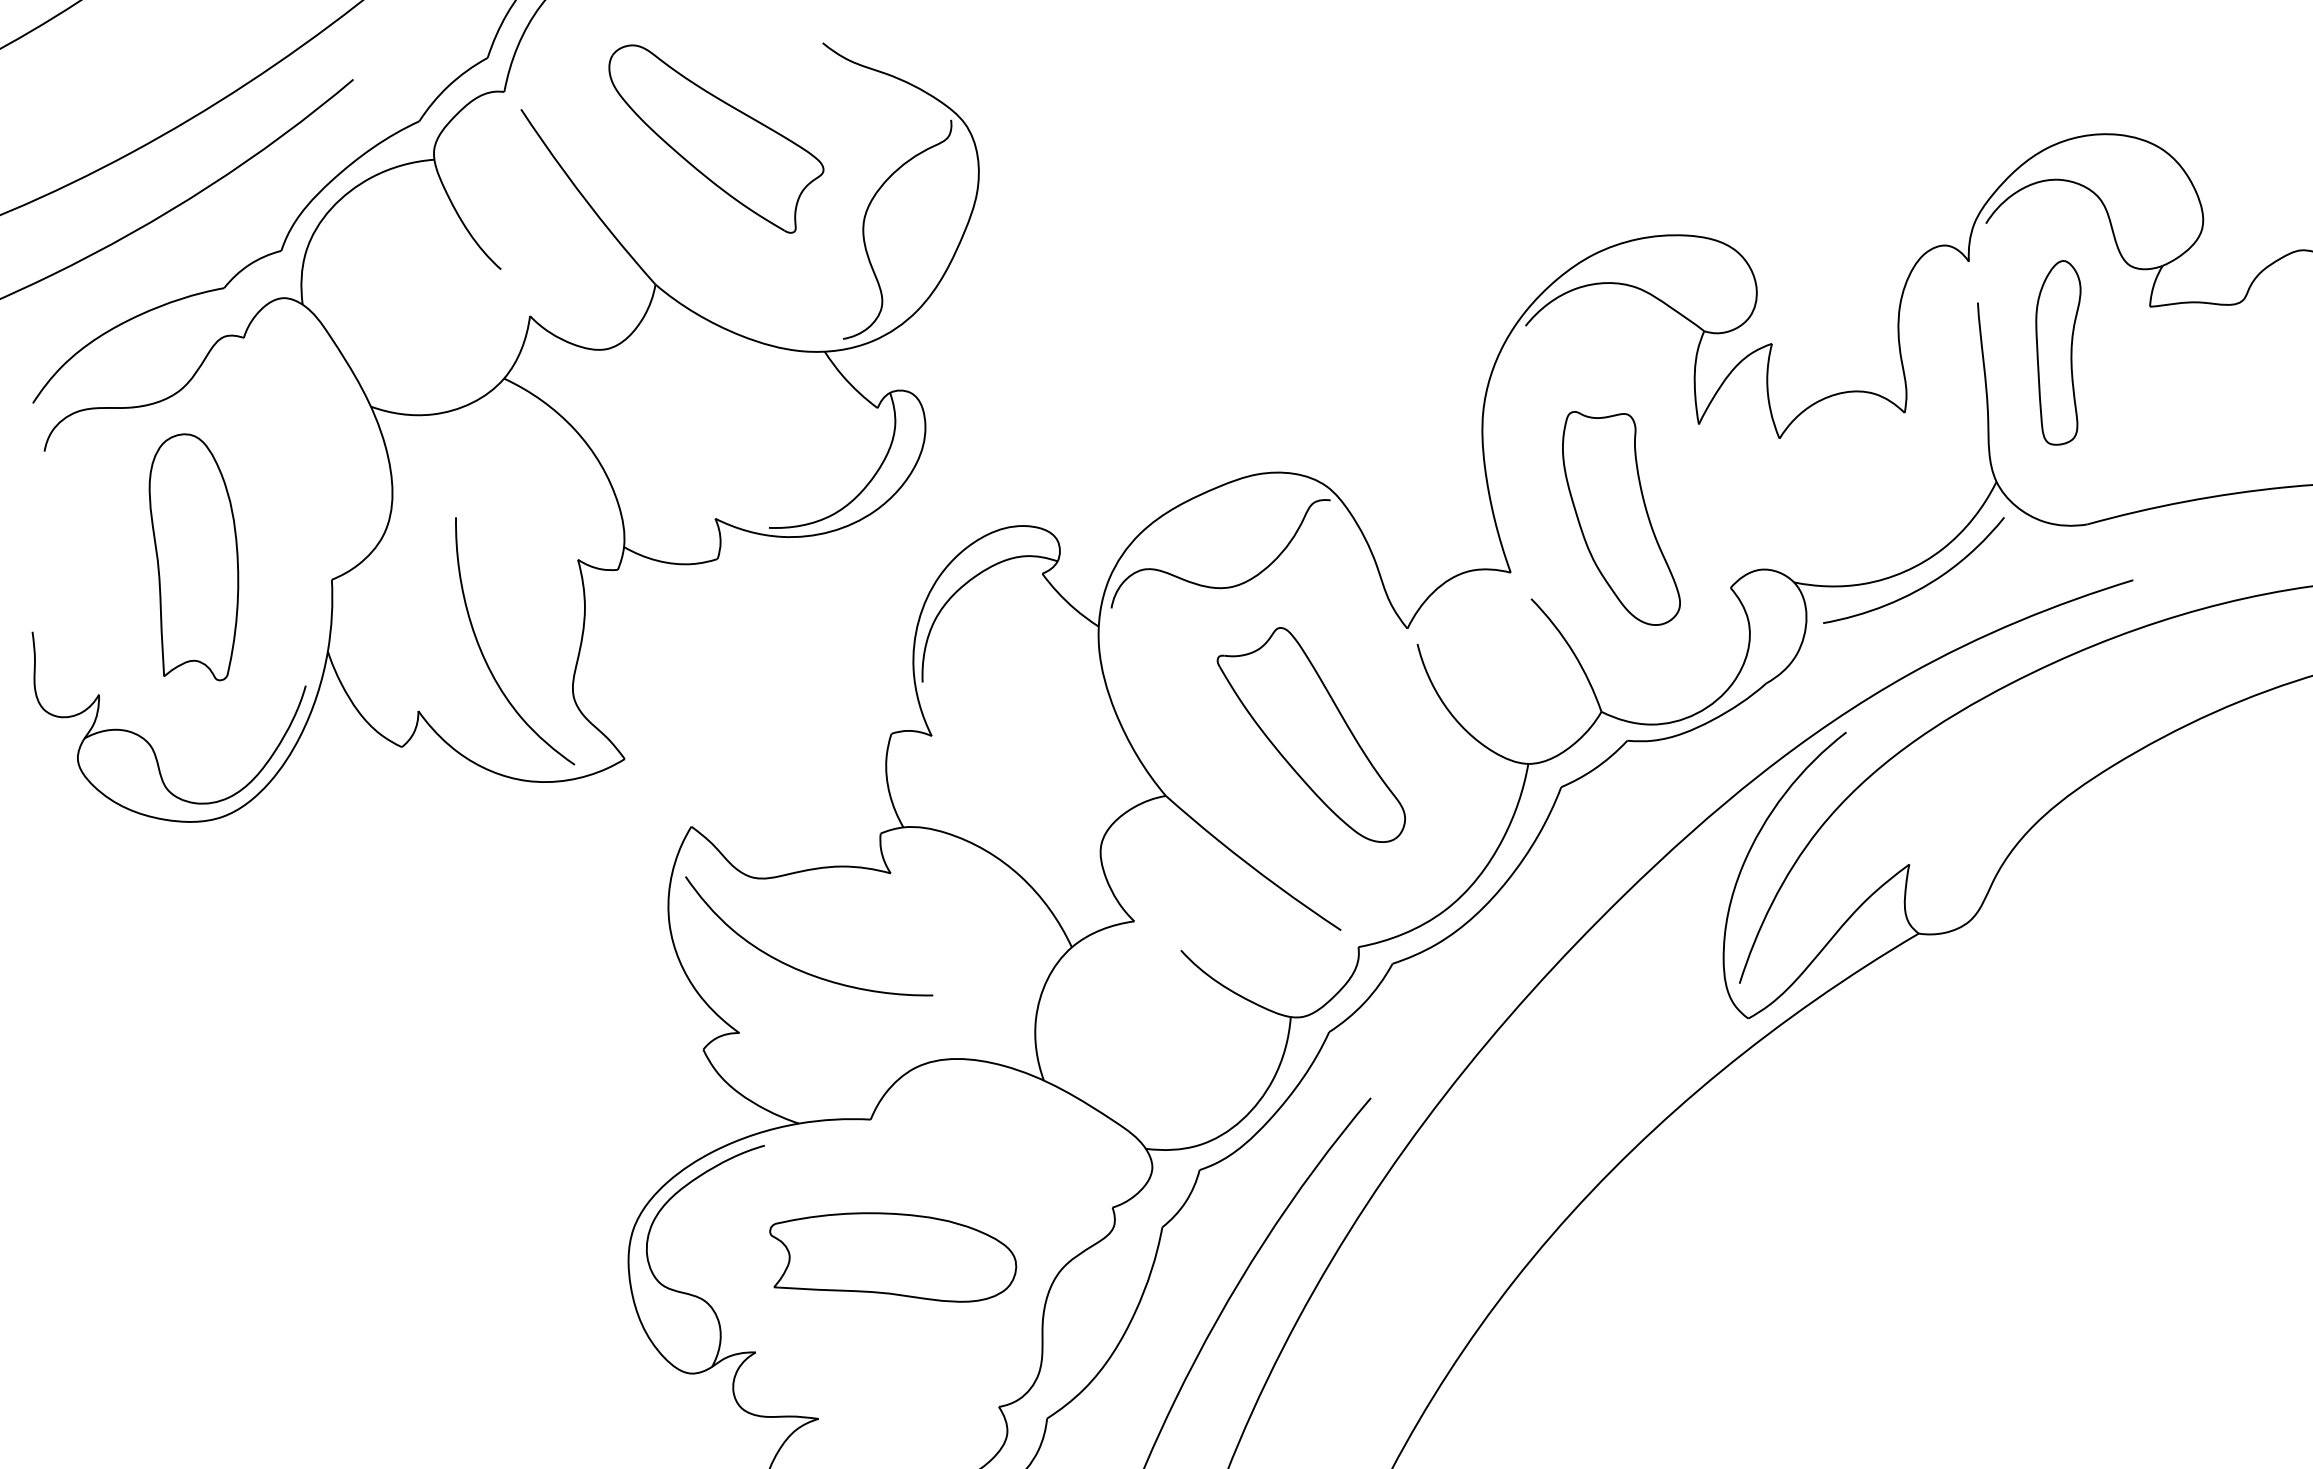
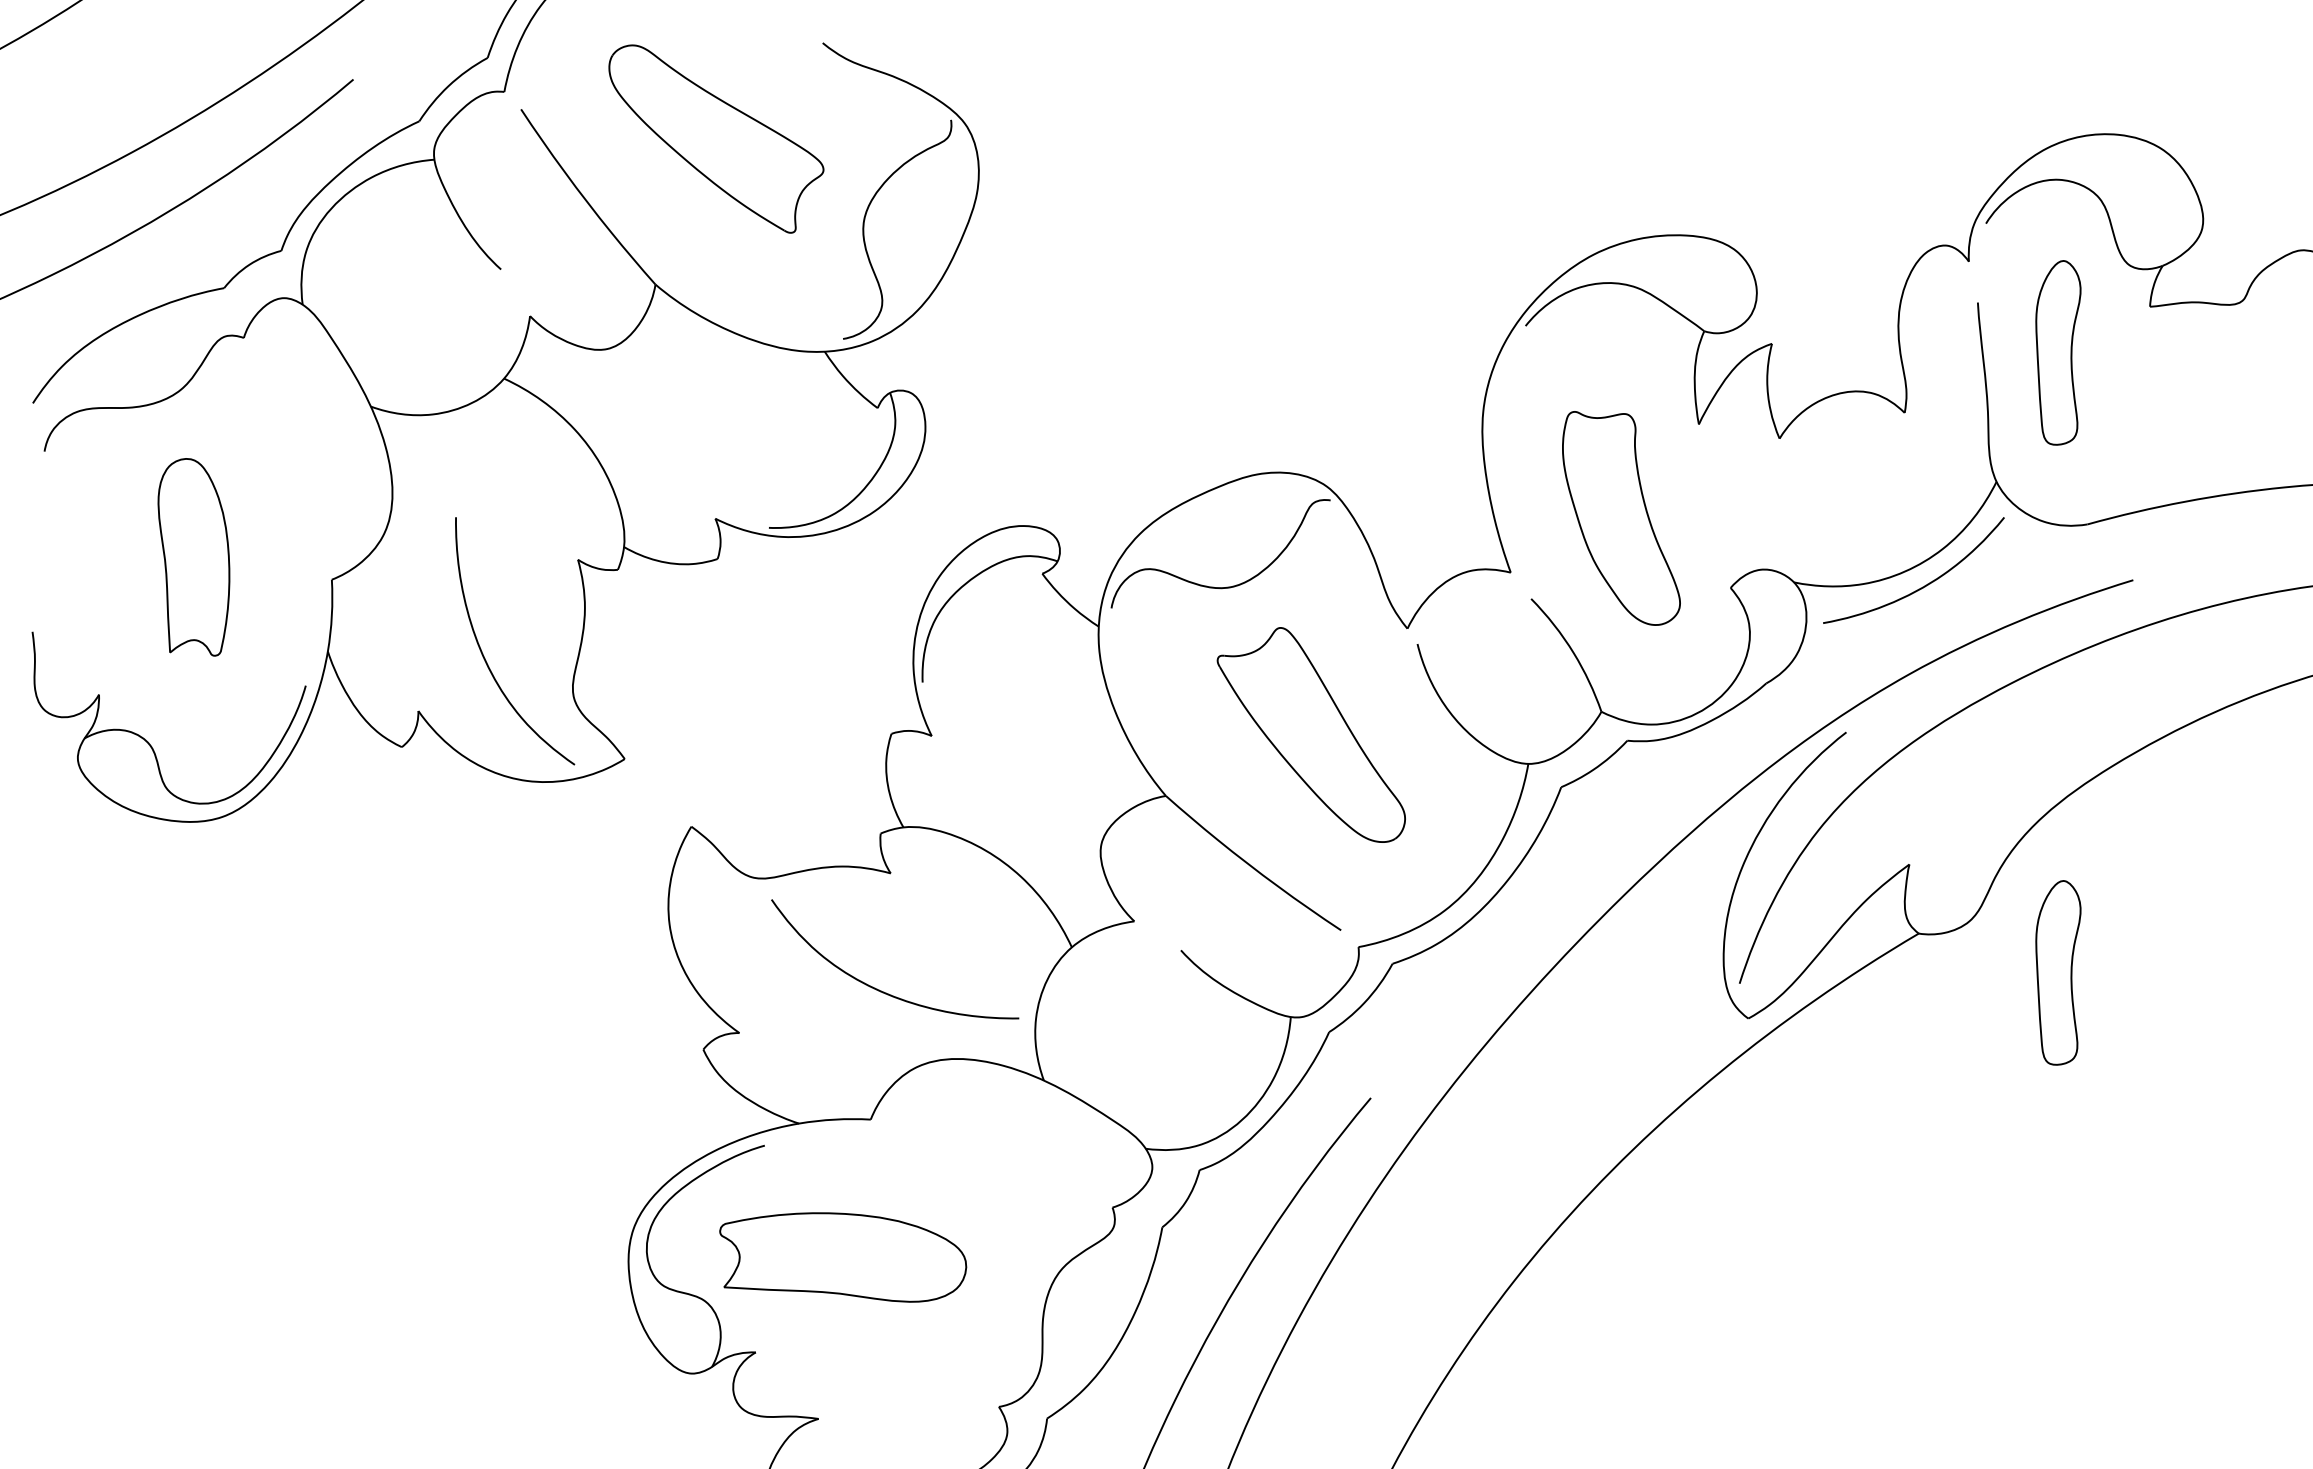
part at (193, 557) size: 92x249 px -> 74x199 px
curve at (793, 966) position: (793, 966) -> (879, 989)
part at (2058, 972): none -> present
part at (893, 1257) position: (893, 1257) -> (843, 1257)
